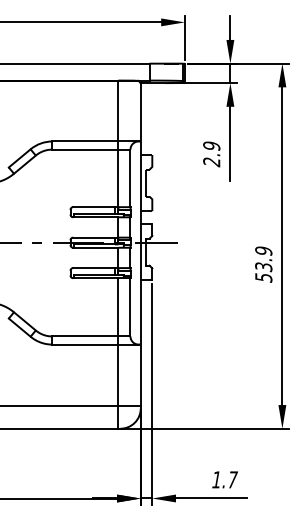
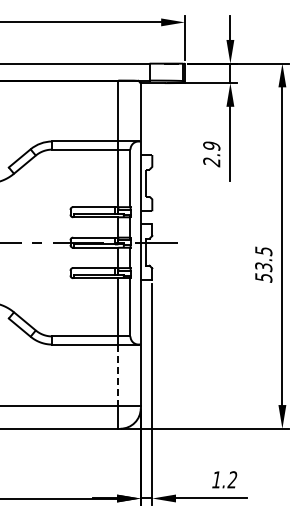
text at (263, 251): 53.9 -> 53.5
line at (118, 375): solid -> dashed
text at (232, 479): 1.7 -> 1.2
